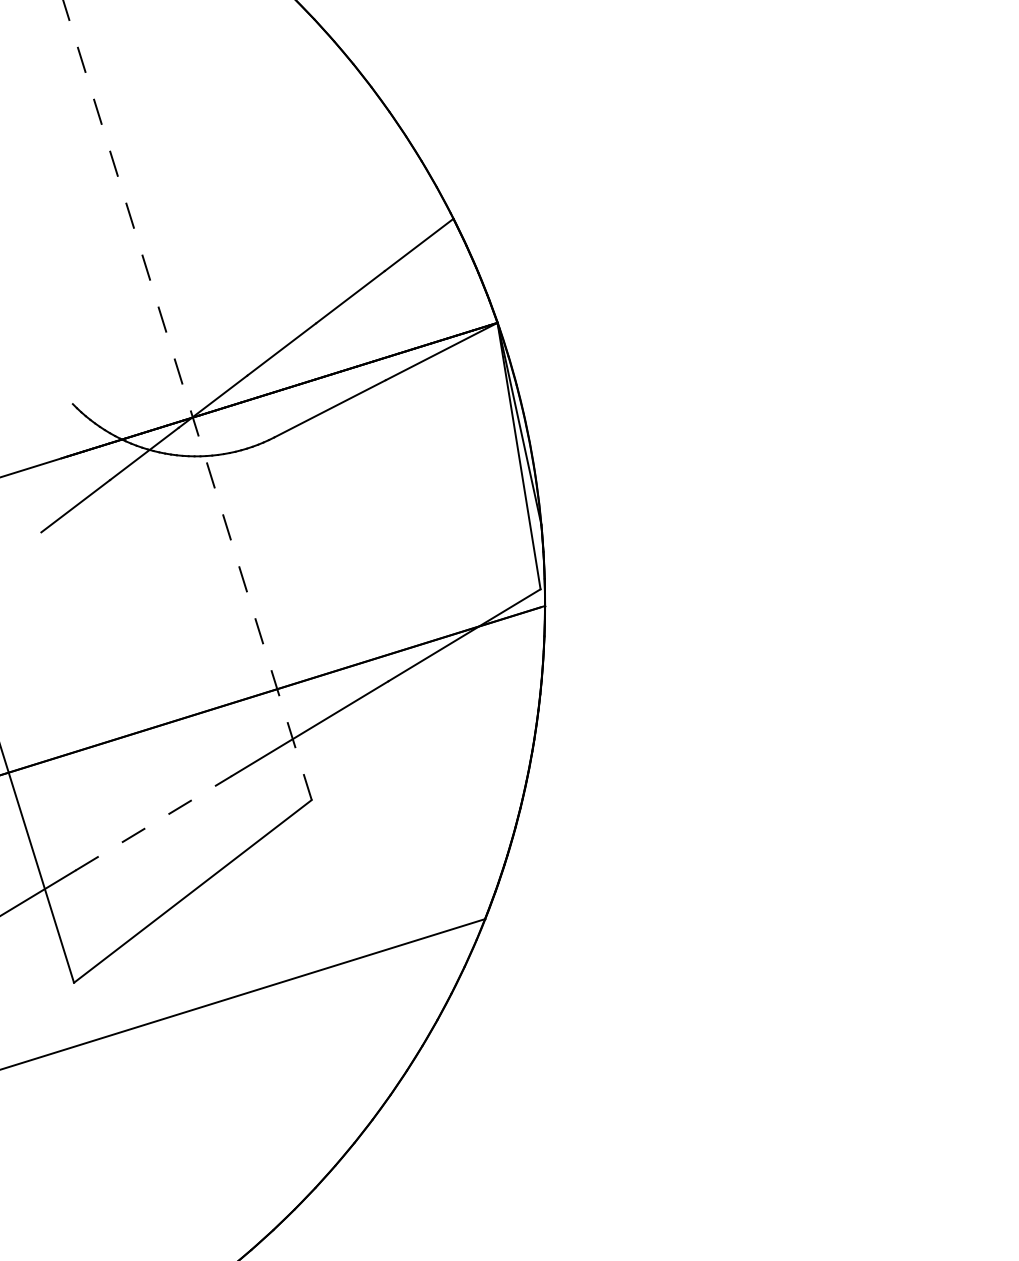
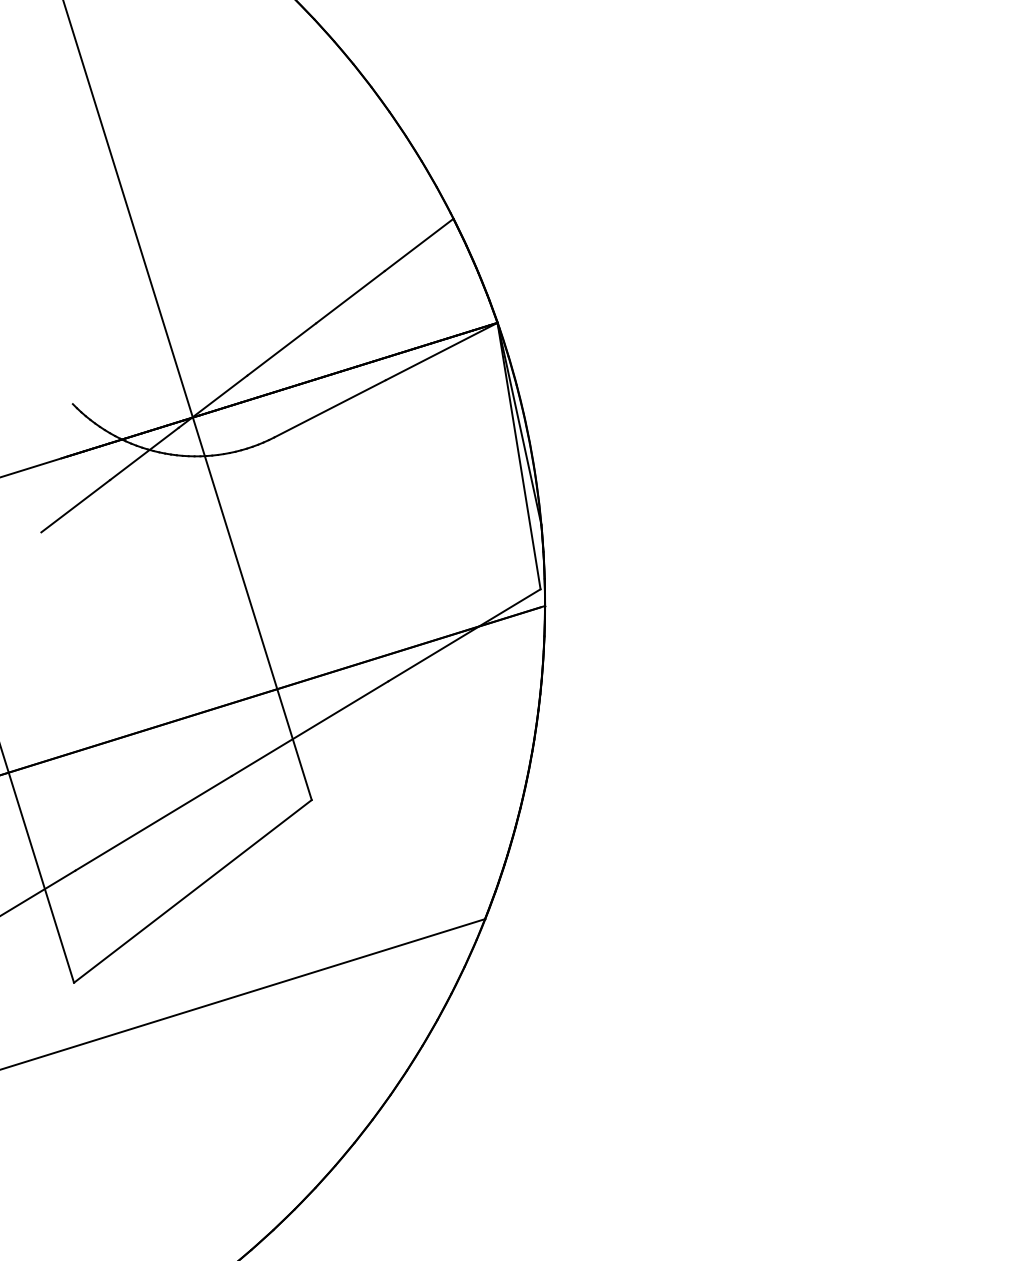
line at (187, 400): dashed -> solid
line at (154, 823): dashed -> solid
